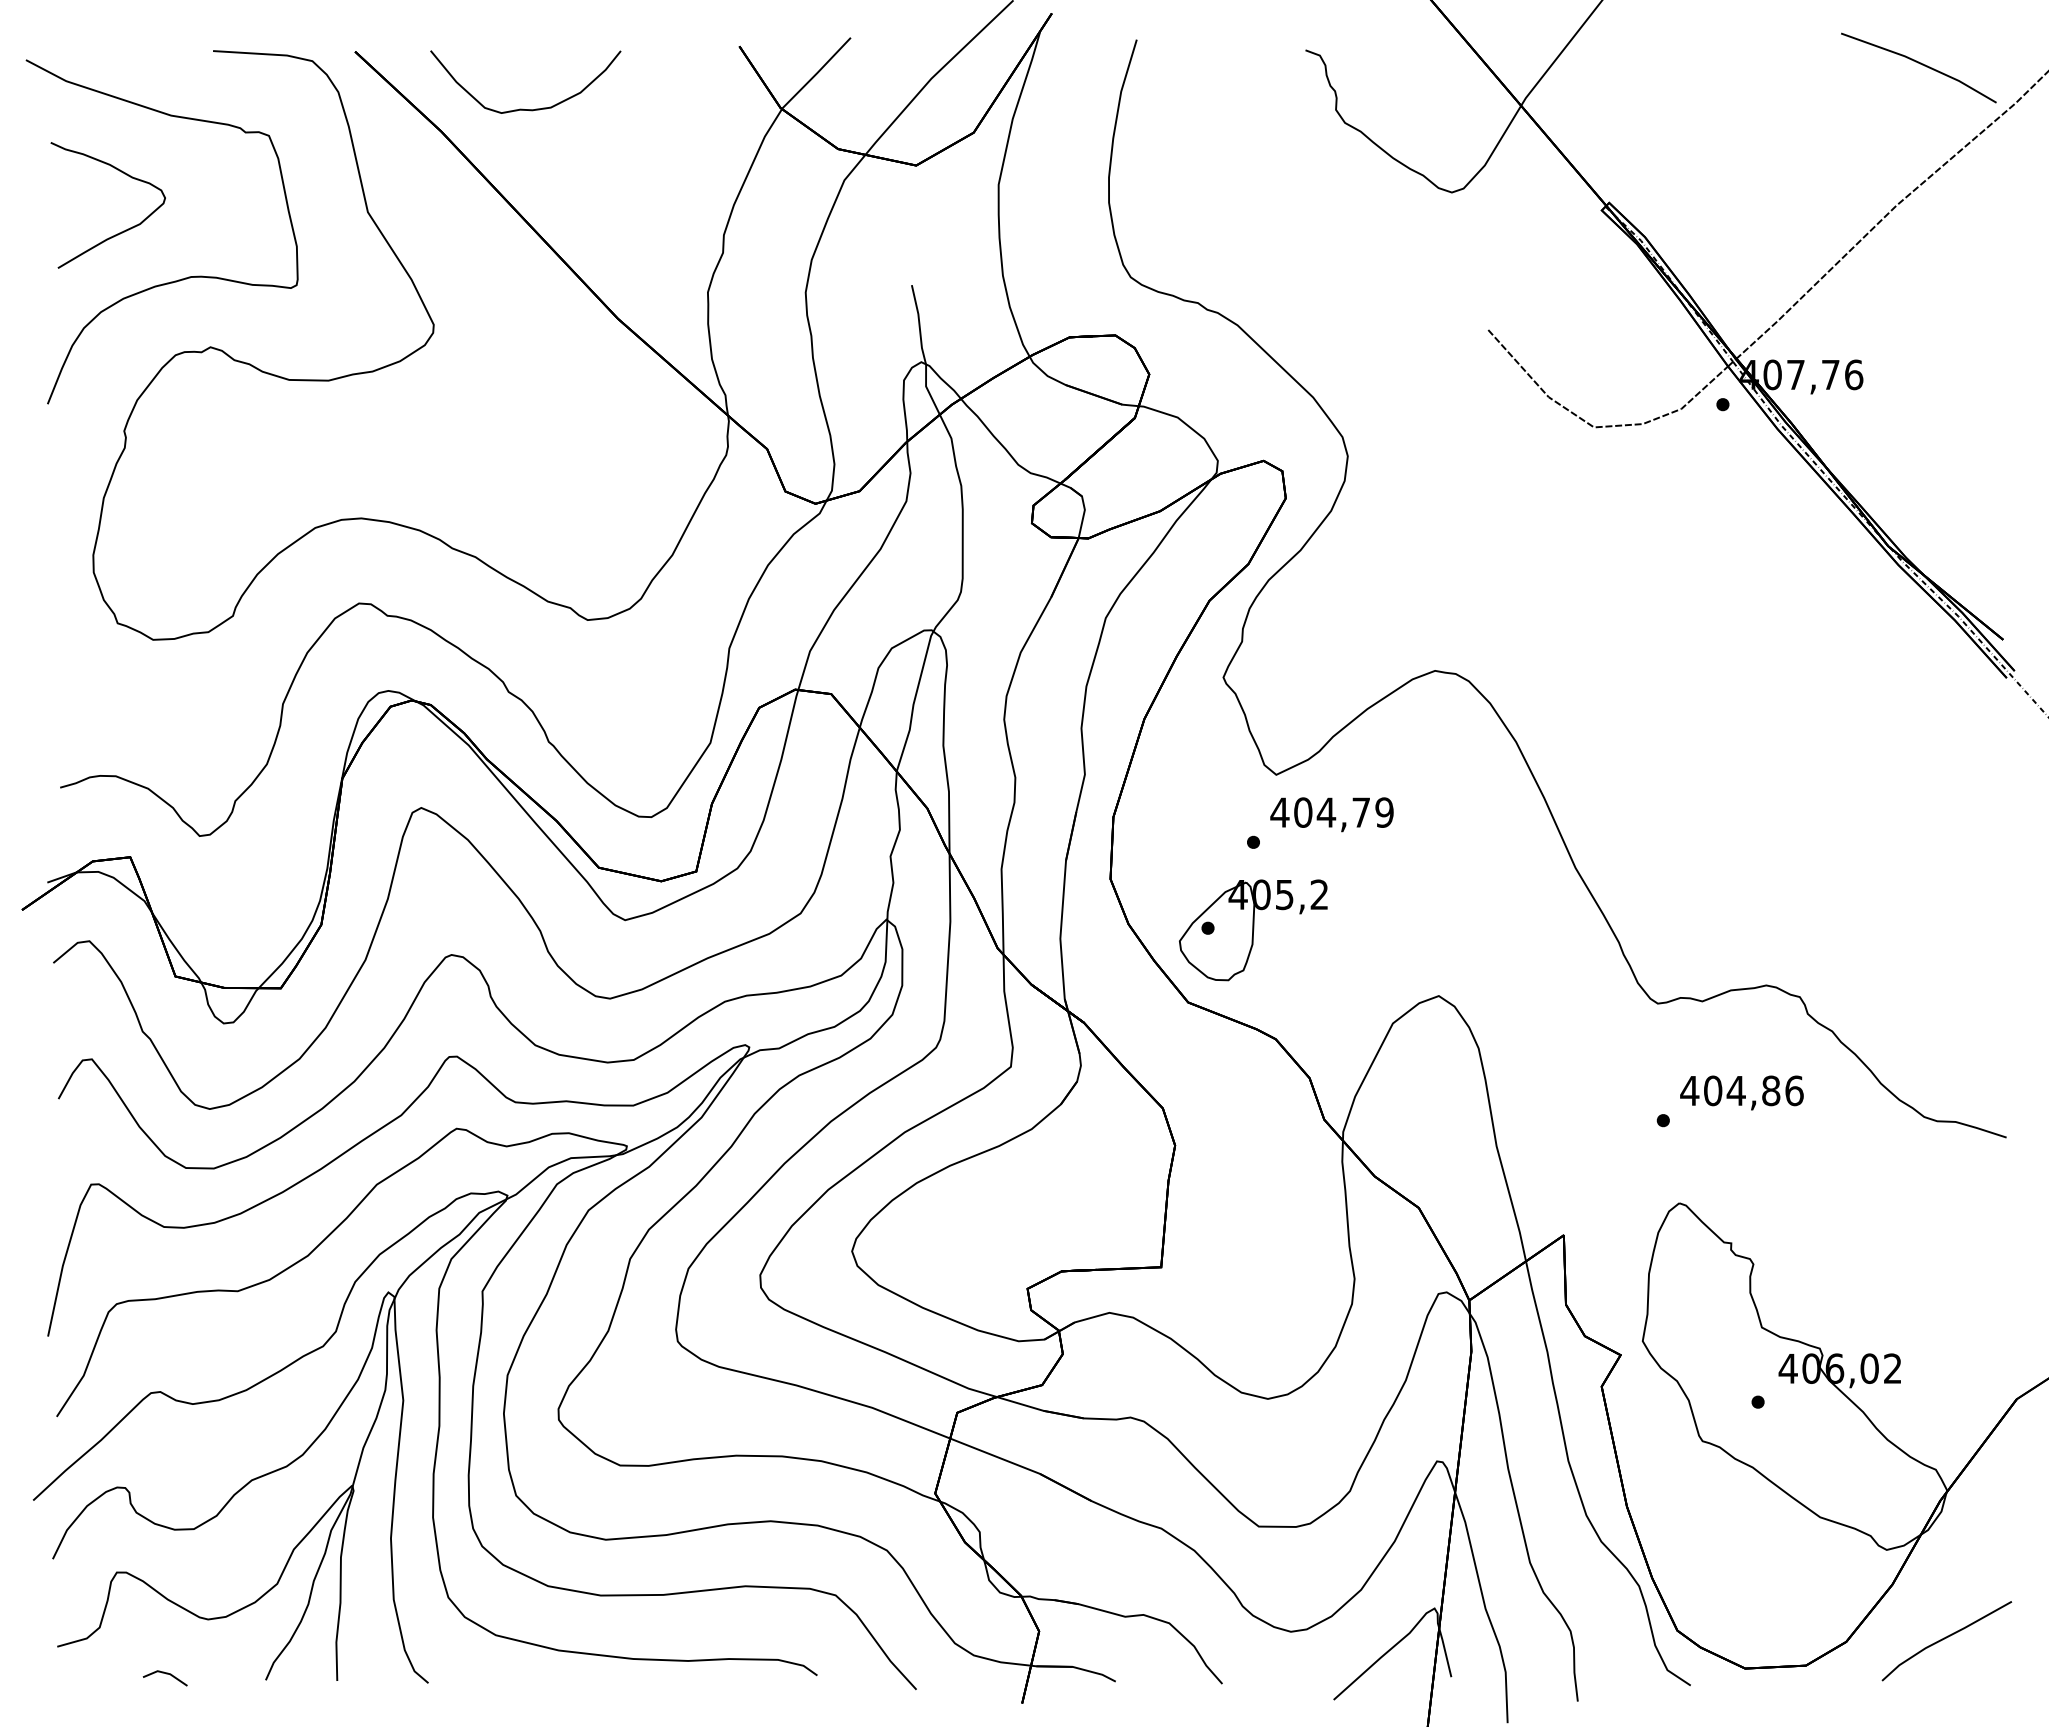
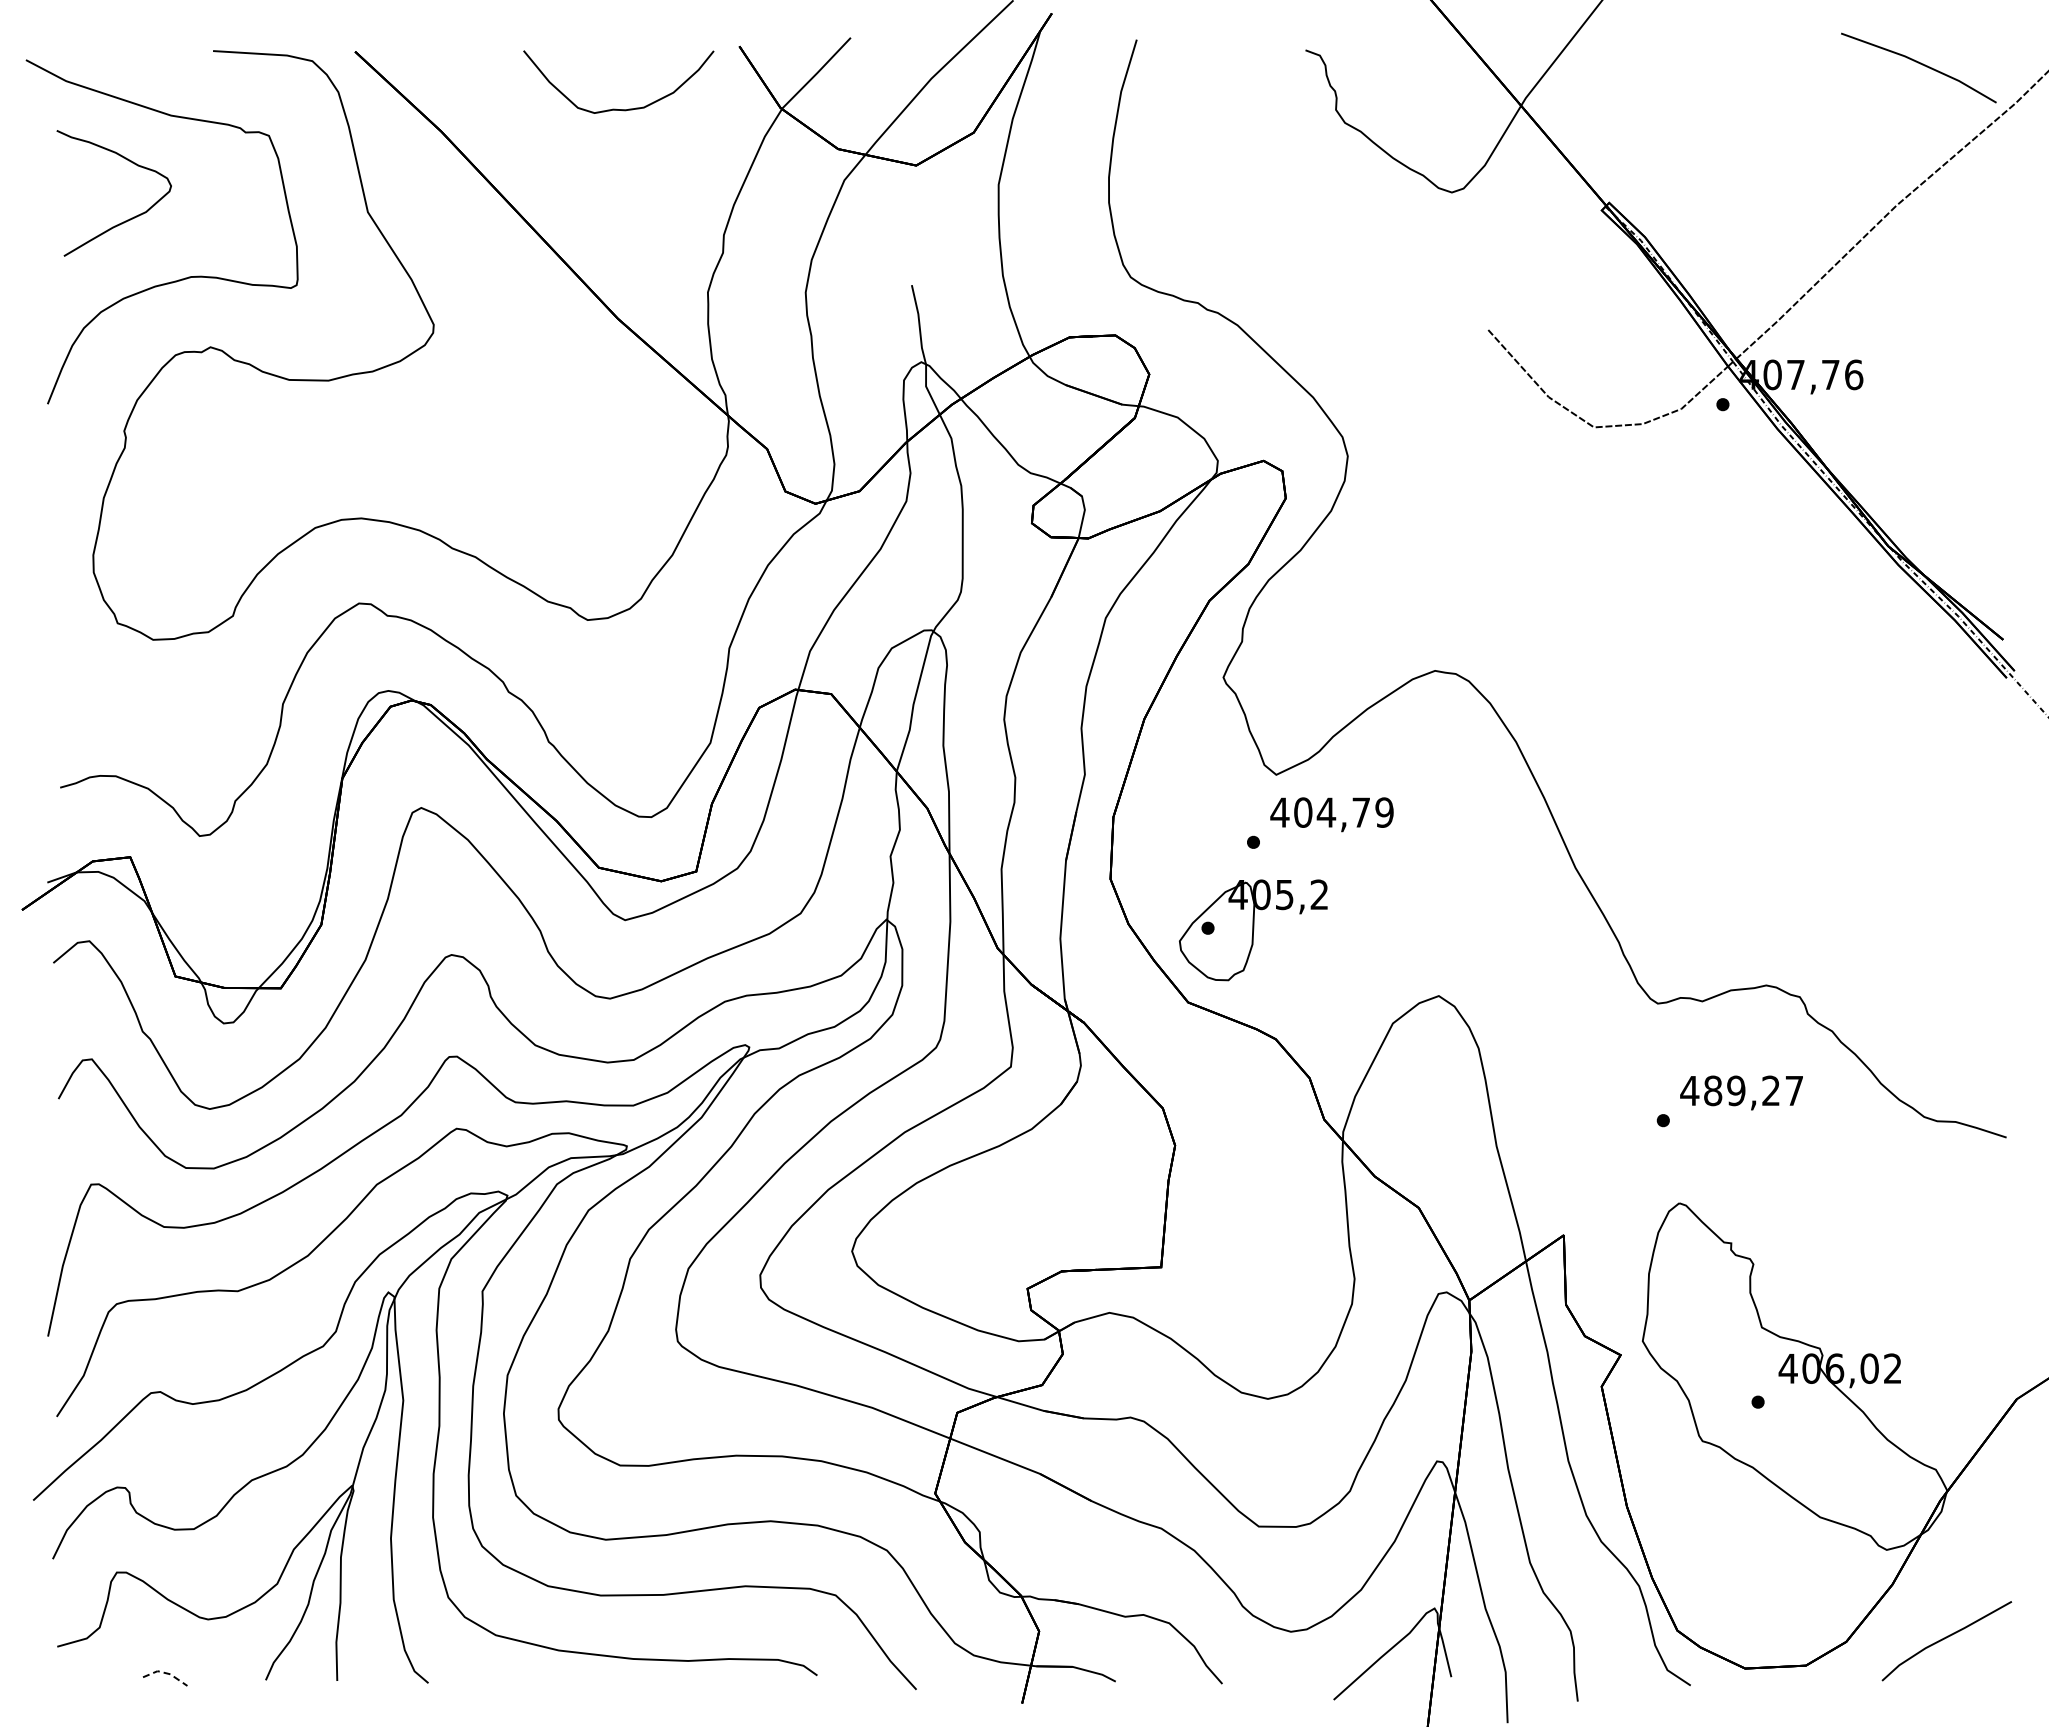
curve at (522, 108) position: (522, 108) -> (615, 108)
curve at (121, 231) position: (121, 231) -> (127, 219)
text at (1753, 1090): 404,86 -> 489,27
line at (166, 1673): solid -> dashed
